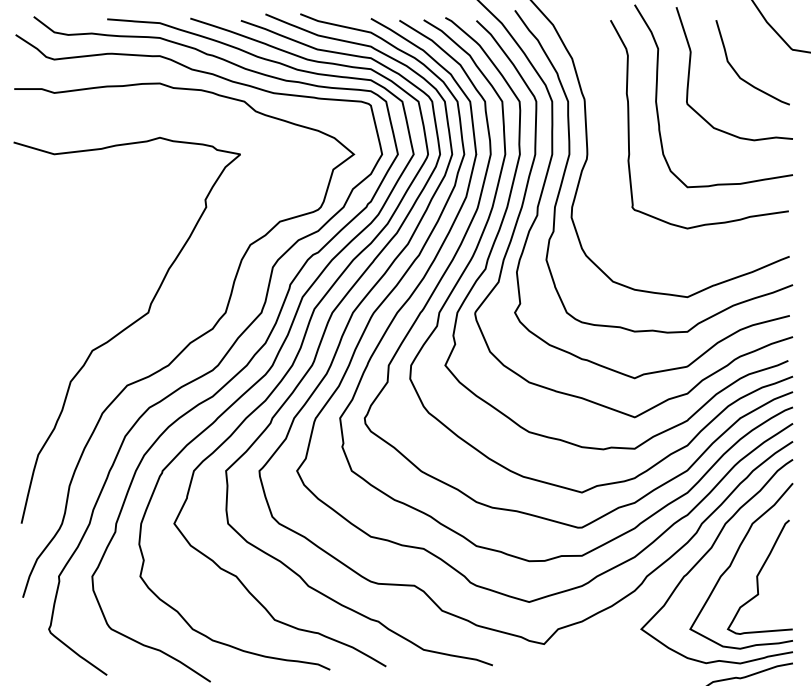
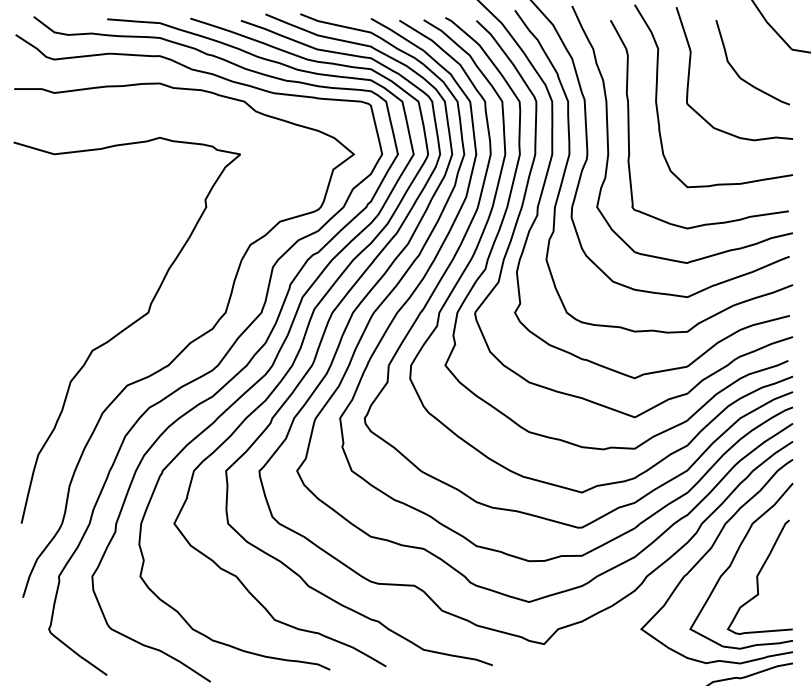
curve at (608, 134): none -> present
